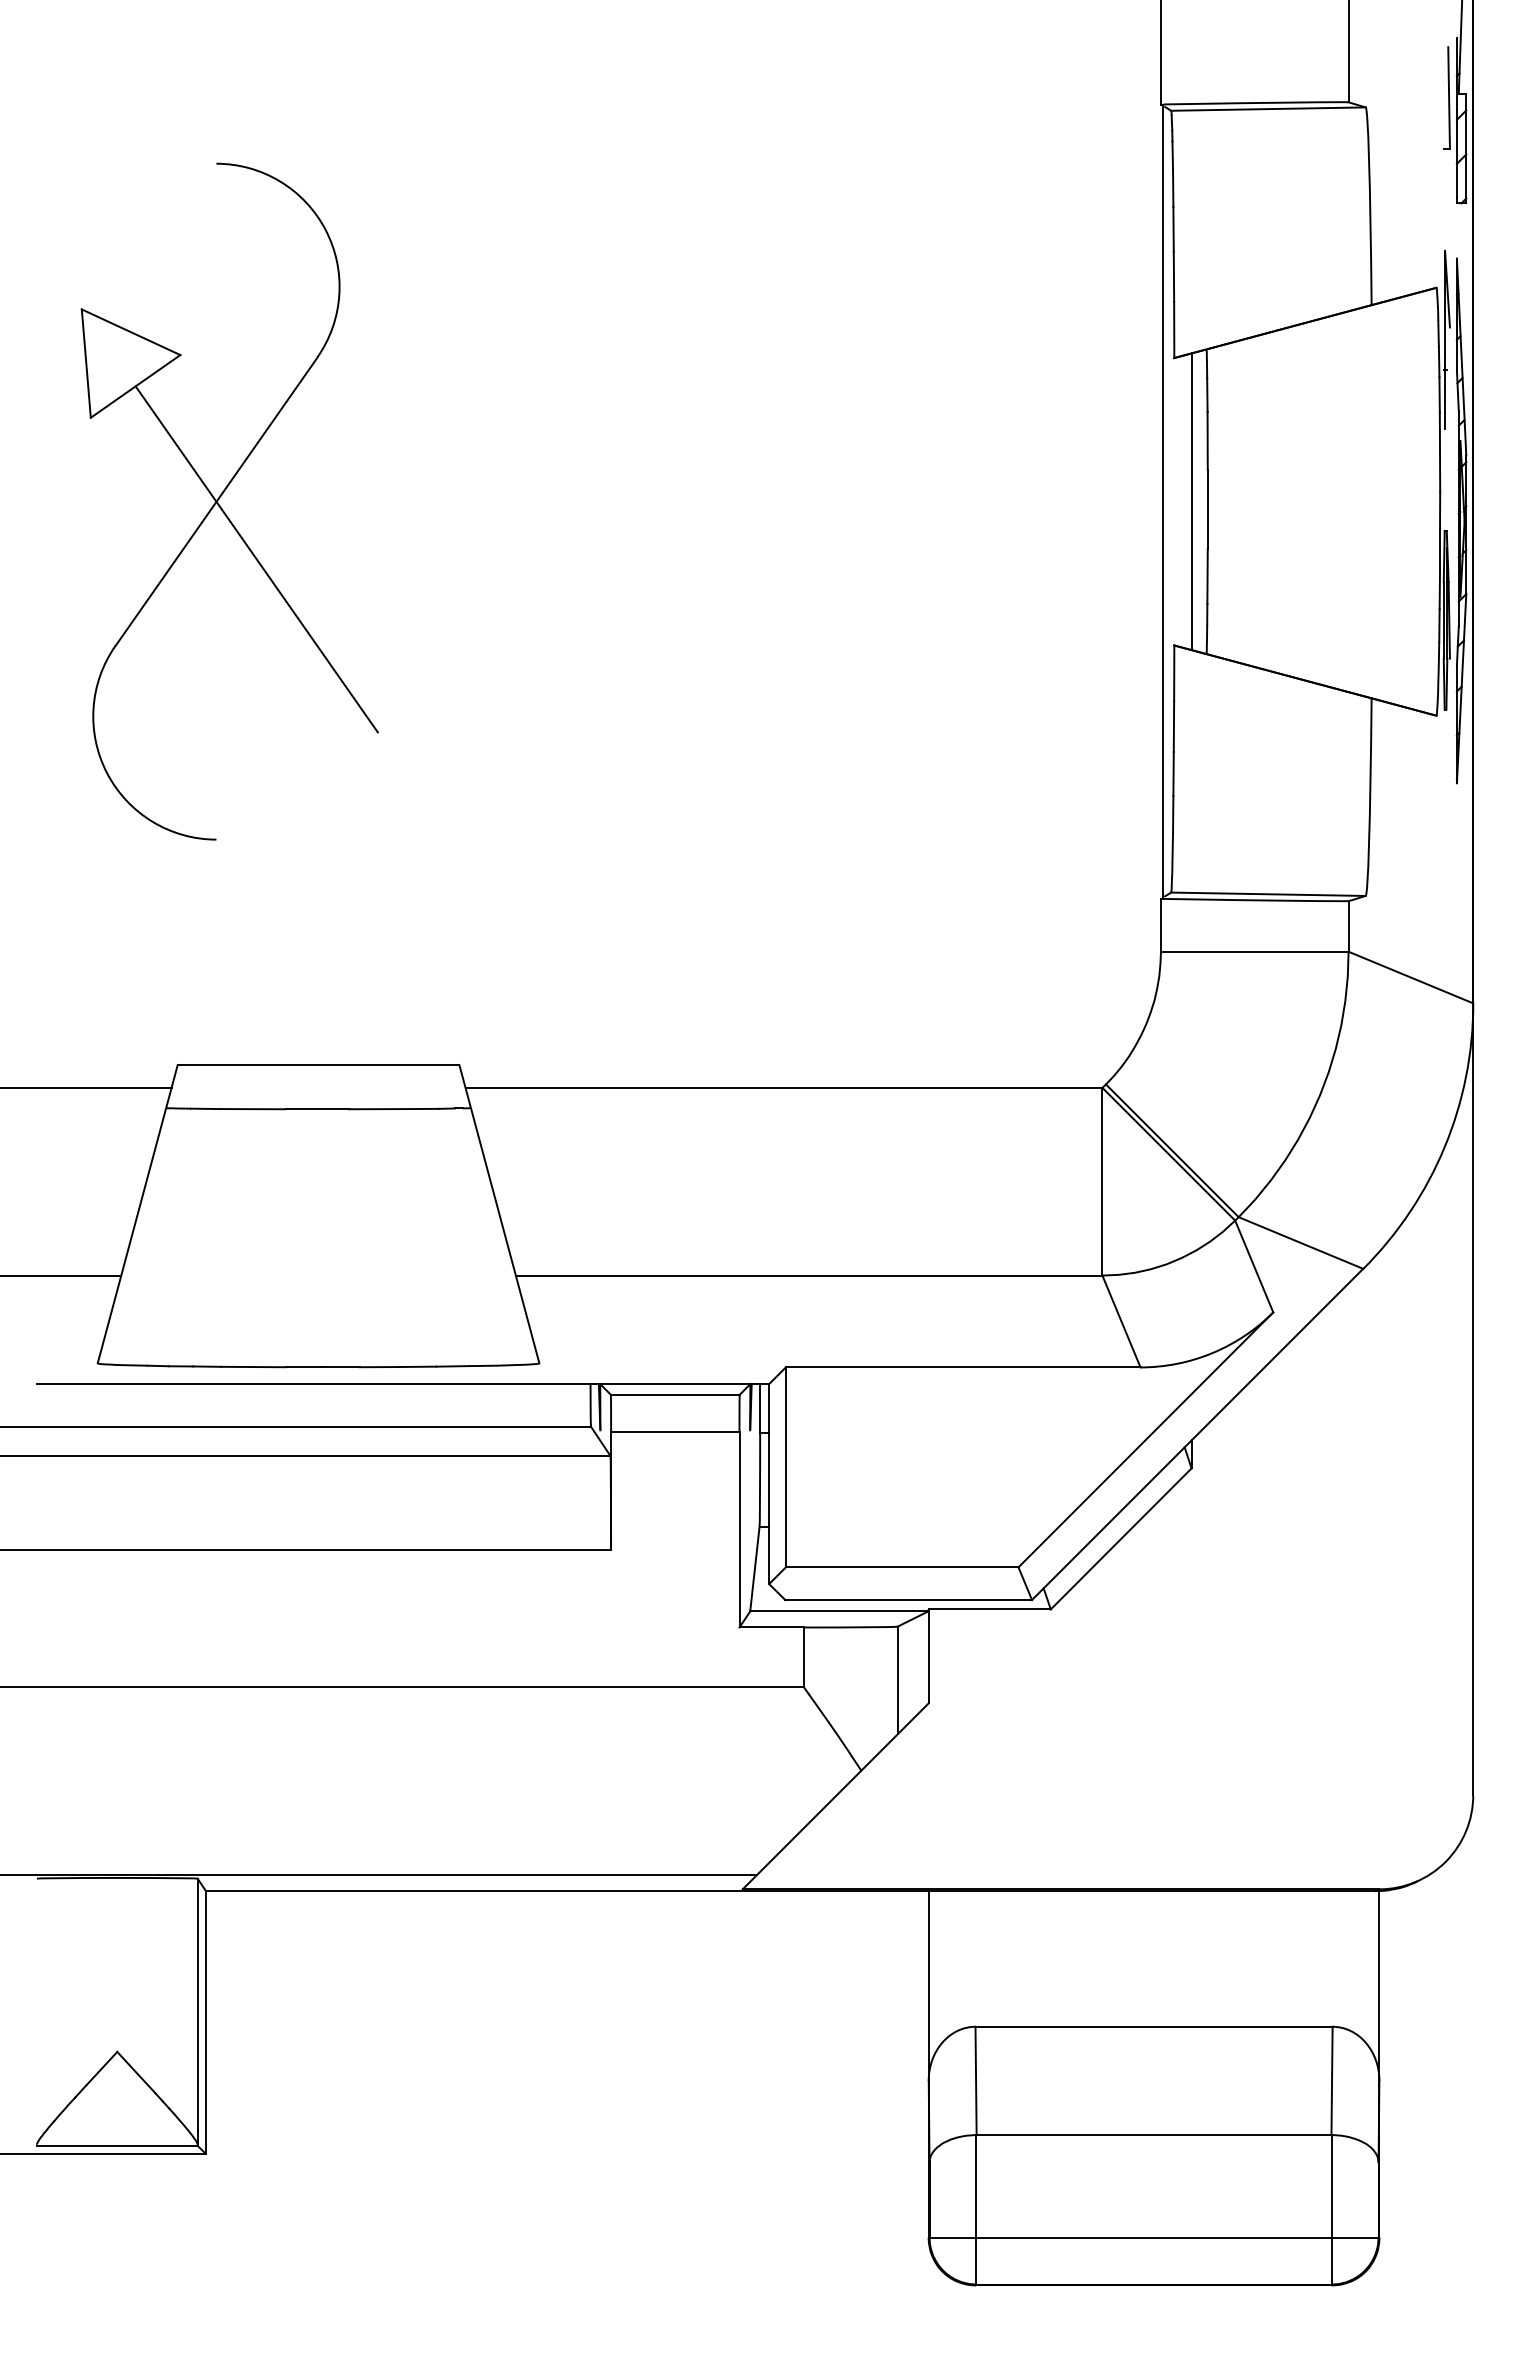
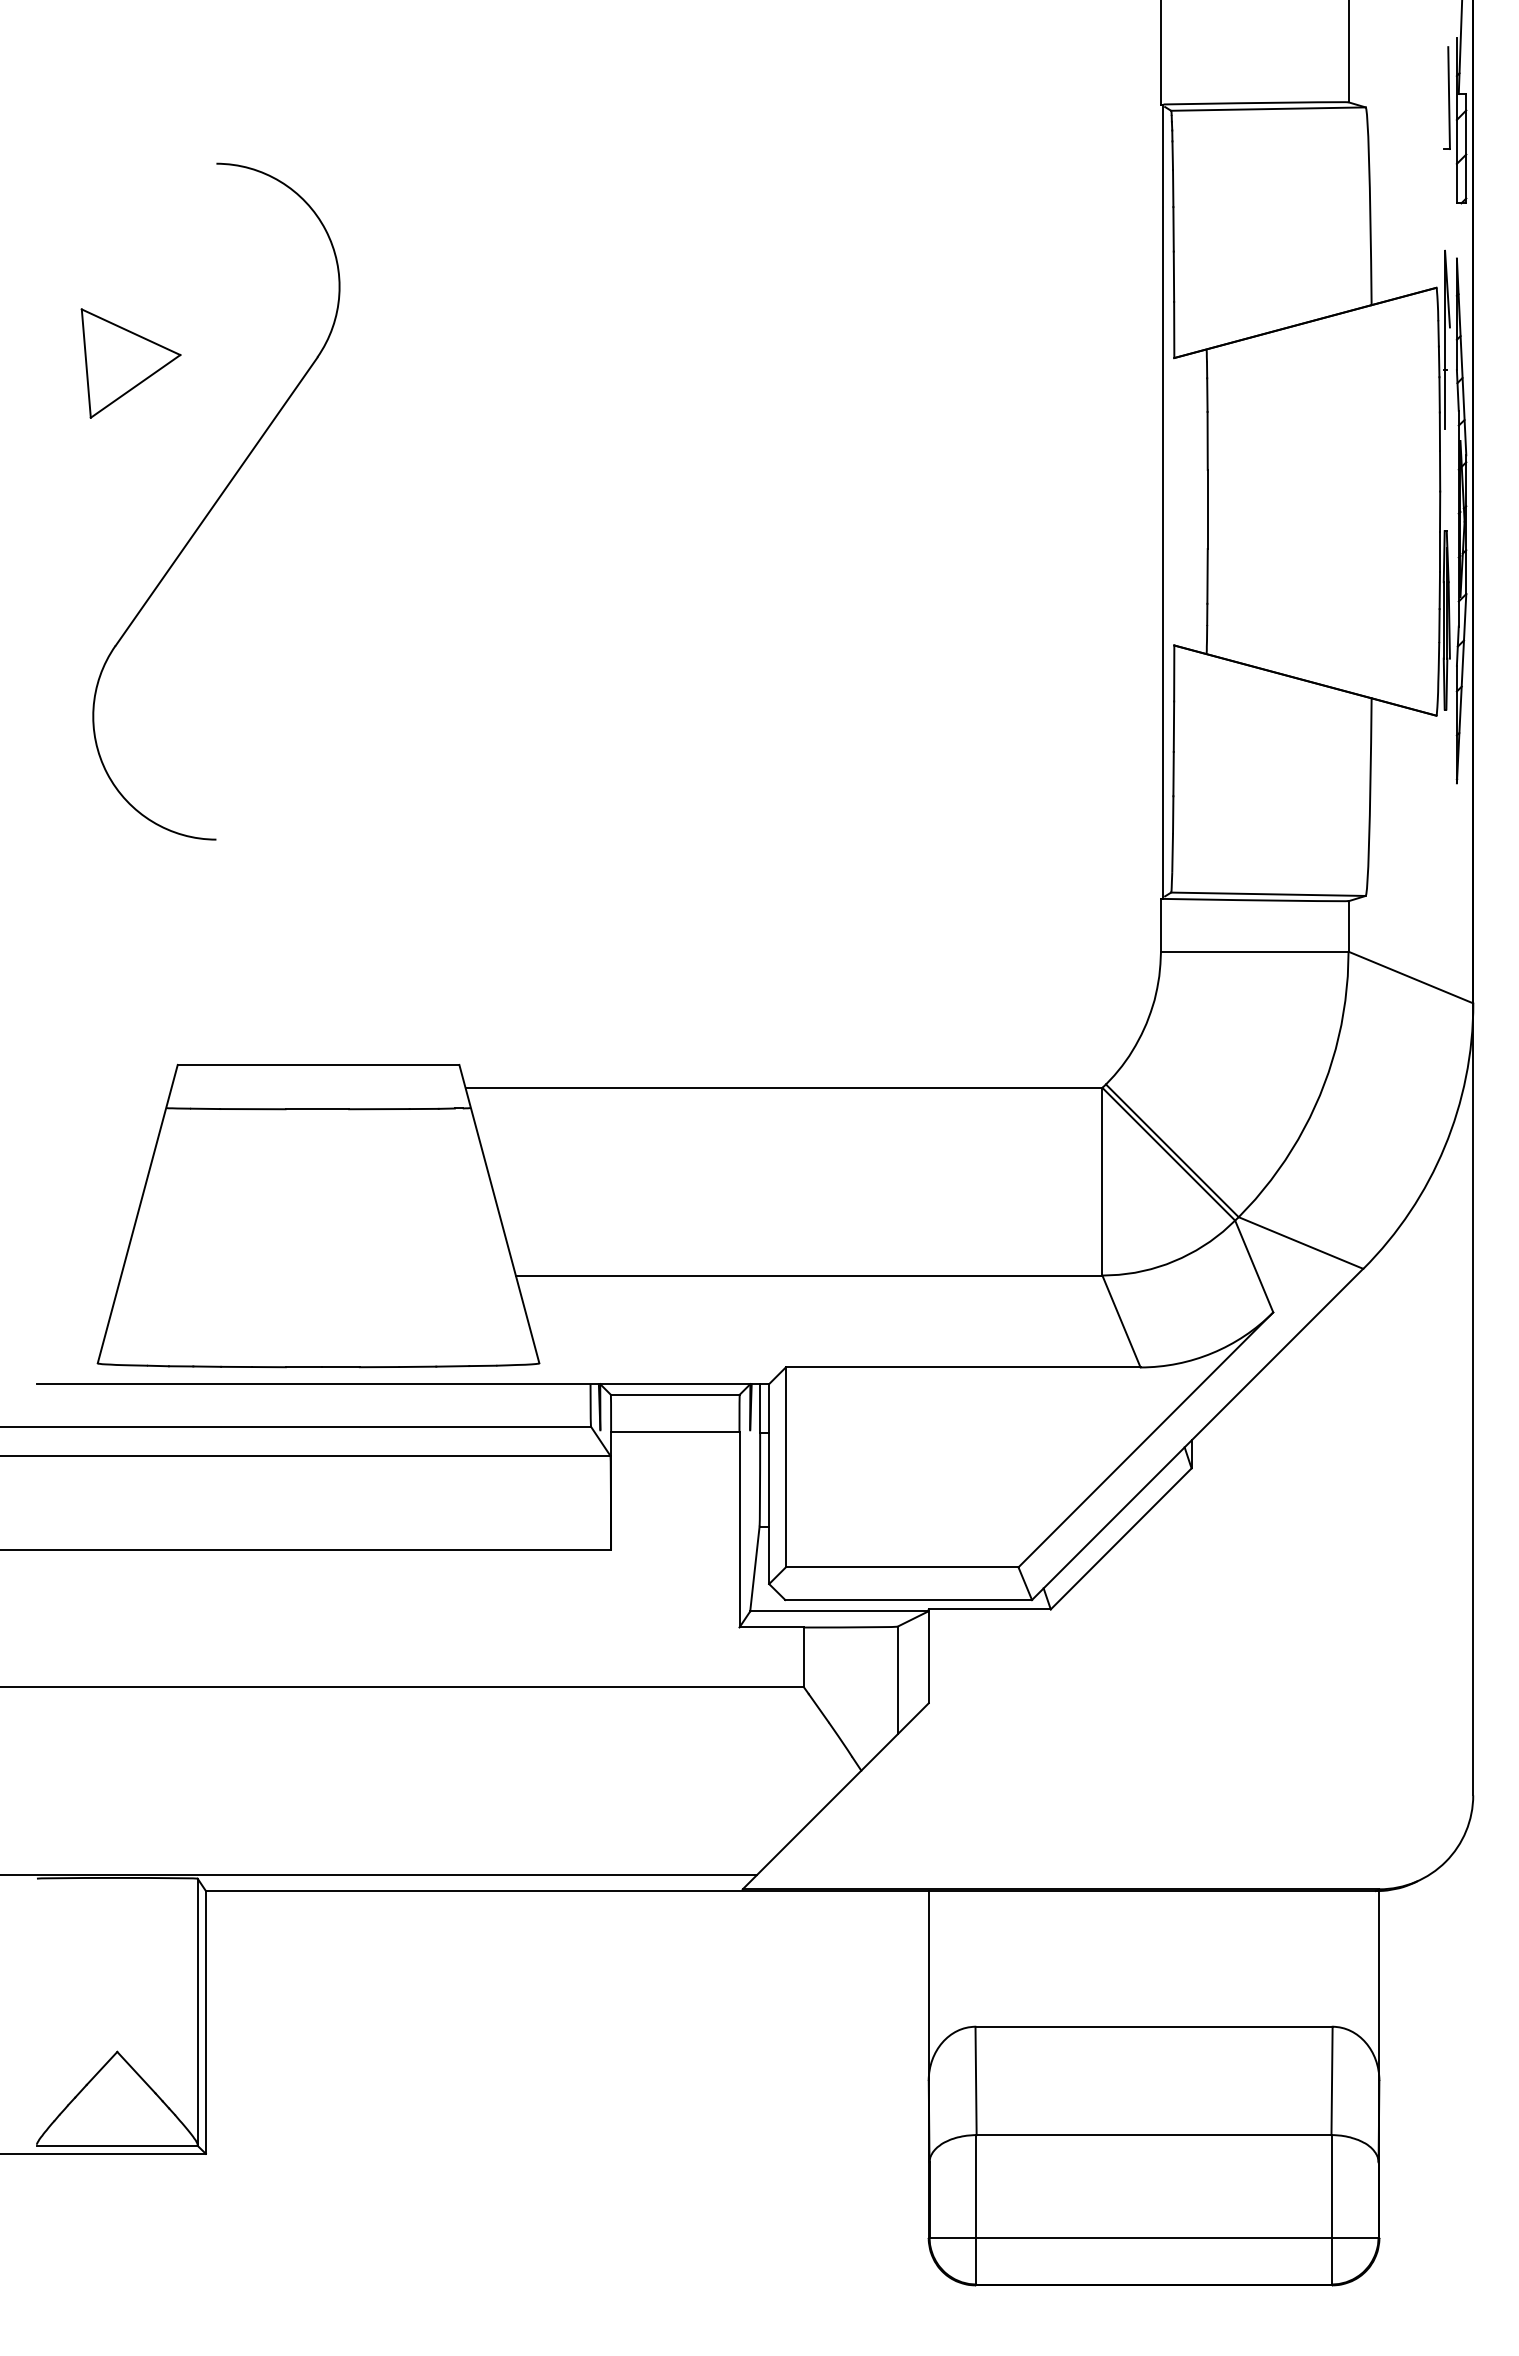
line at (1191, 501): present -> none
line at (256, 559): present -> none
line at (86, 1087): present -> none
line at (61, 1275): present -> none
